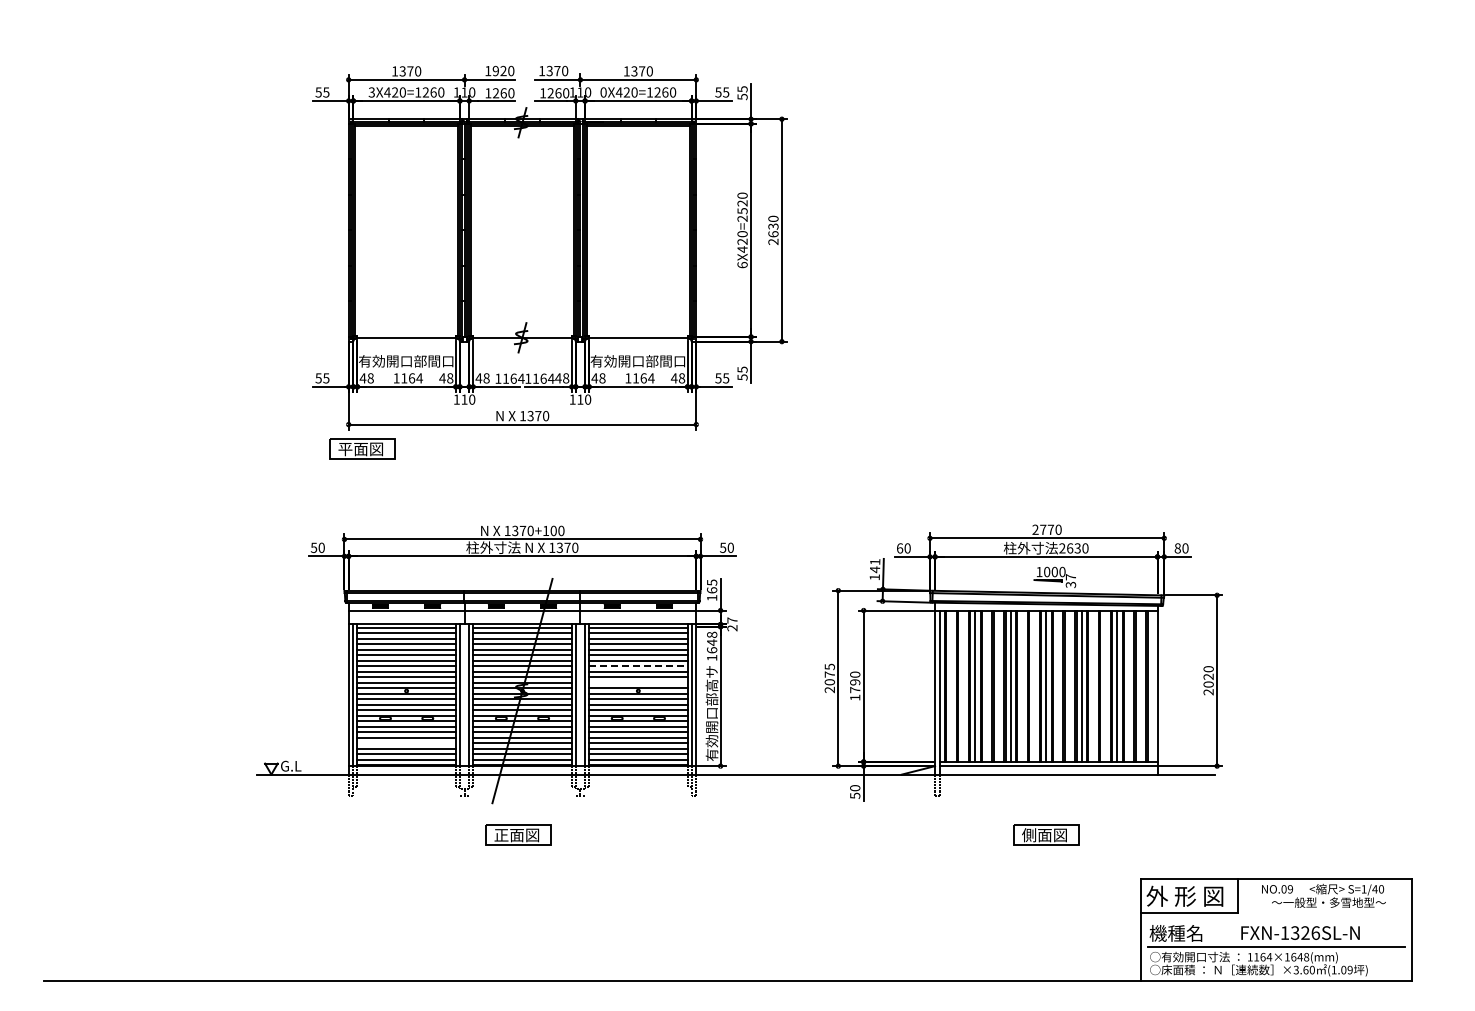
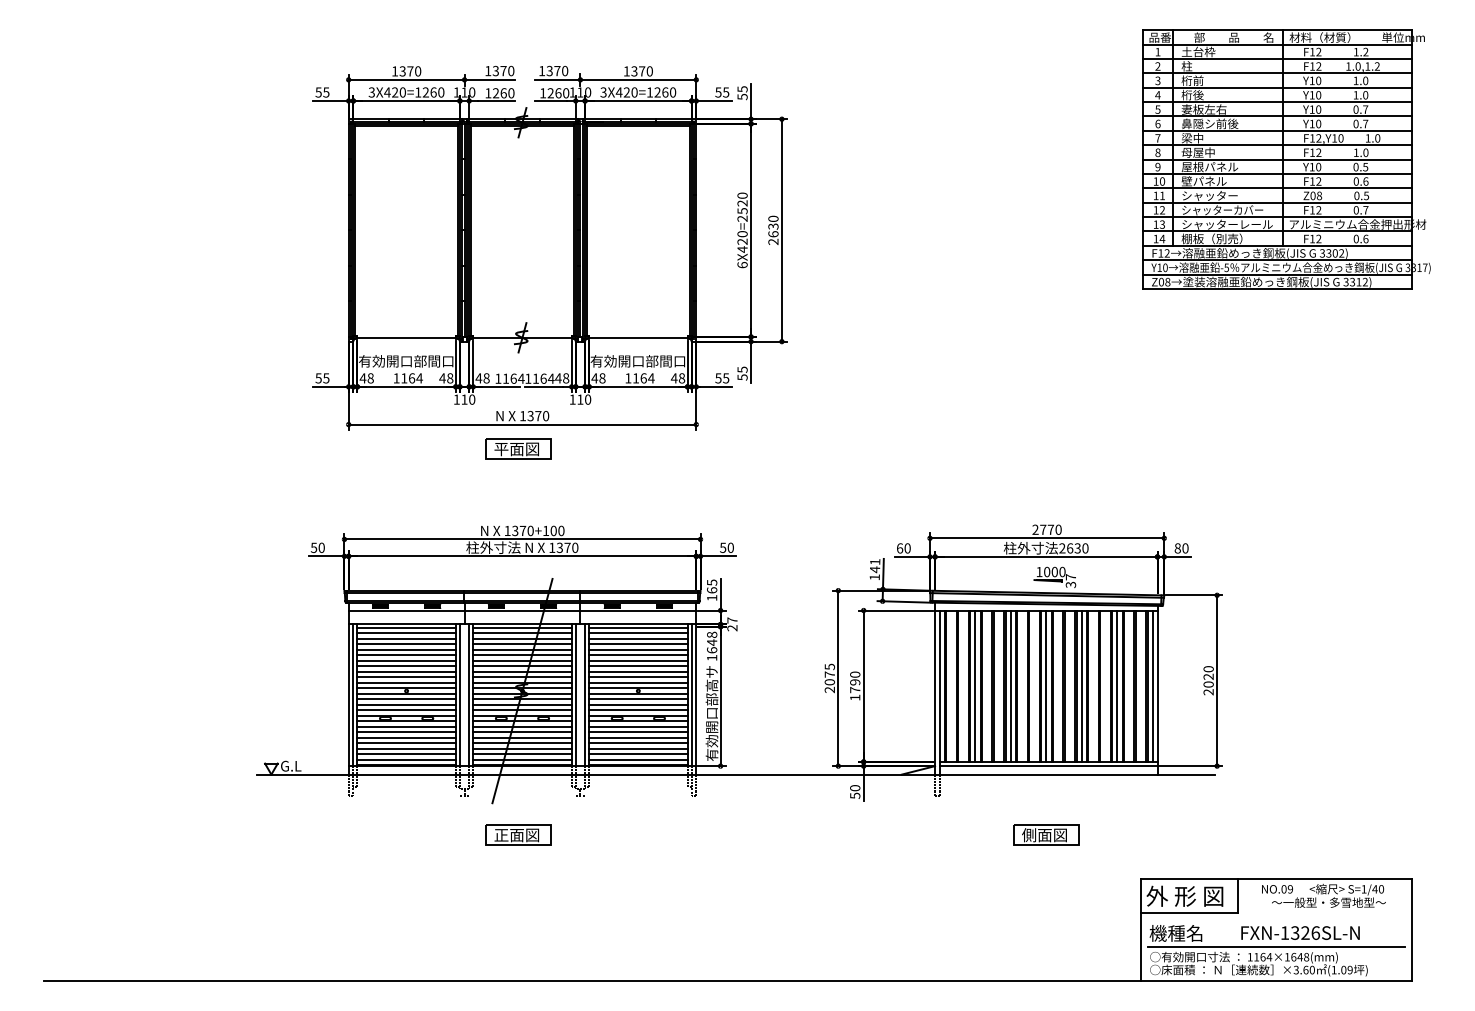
text at (499, 70): 1920 -> 1370
text at (603, 92): 0X420=1260 -> 3X420=1260
part at (1286, 159): none -> present
part at (362, 448) position: (362, 448) -> (518, 448)
line at (638, 666): dashed -> solid
line at (638, 682): none -> present
line at (1152, 685): none -> present
line at (406, 743): none -> present
